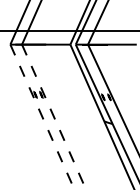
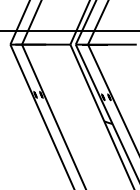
line at (42, 117): dashed -> solid
line at (54, 117): dashed -> solid
